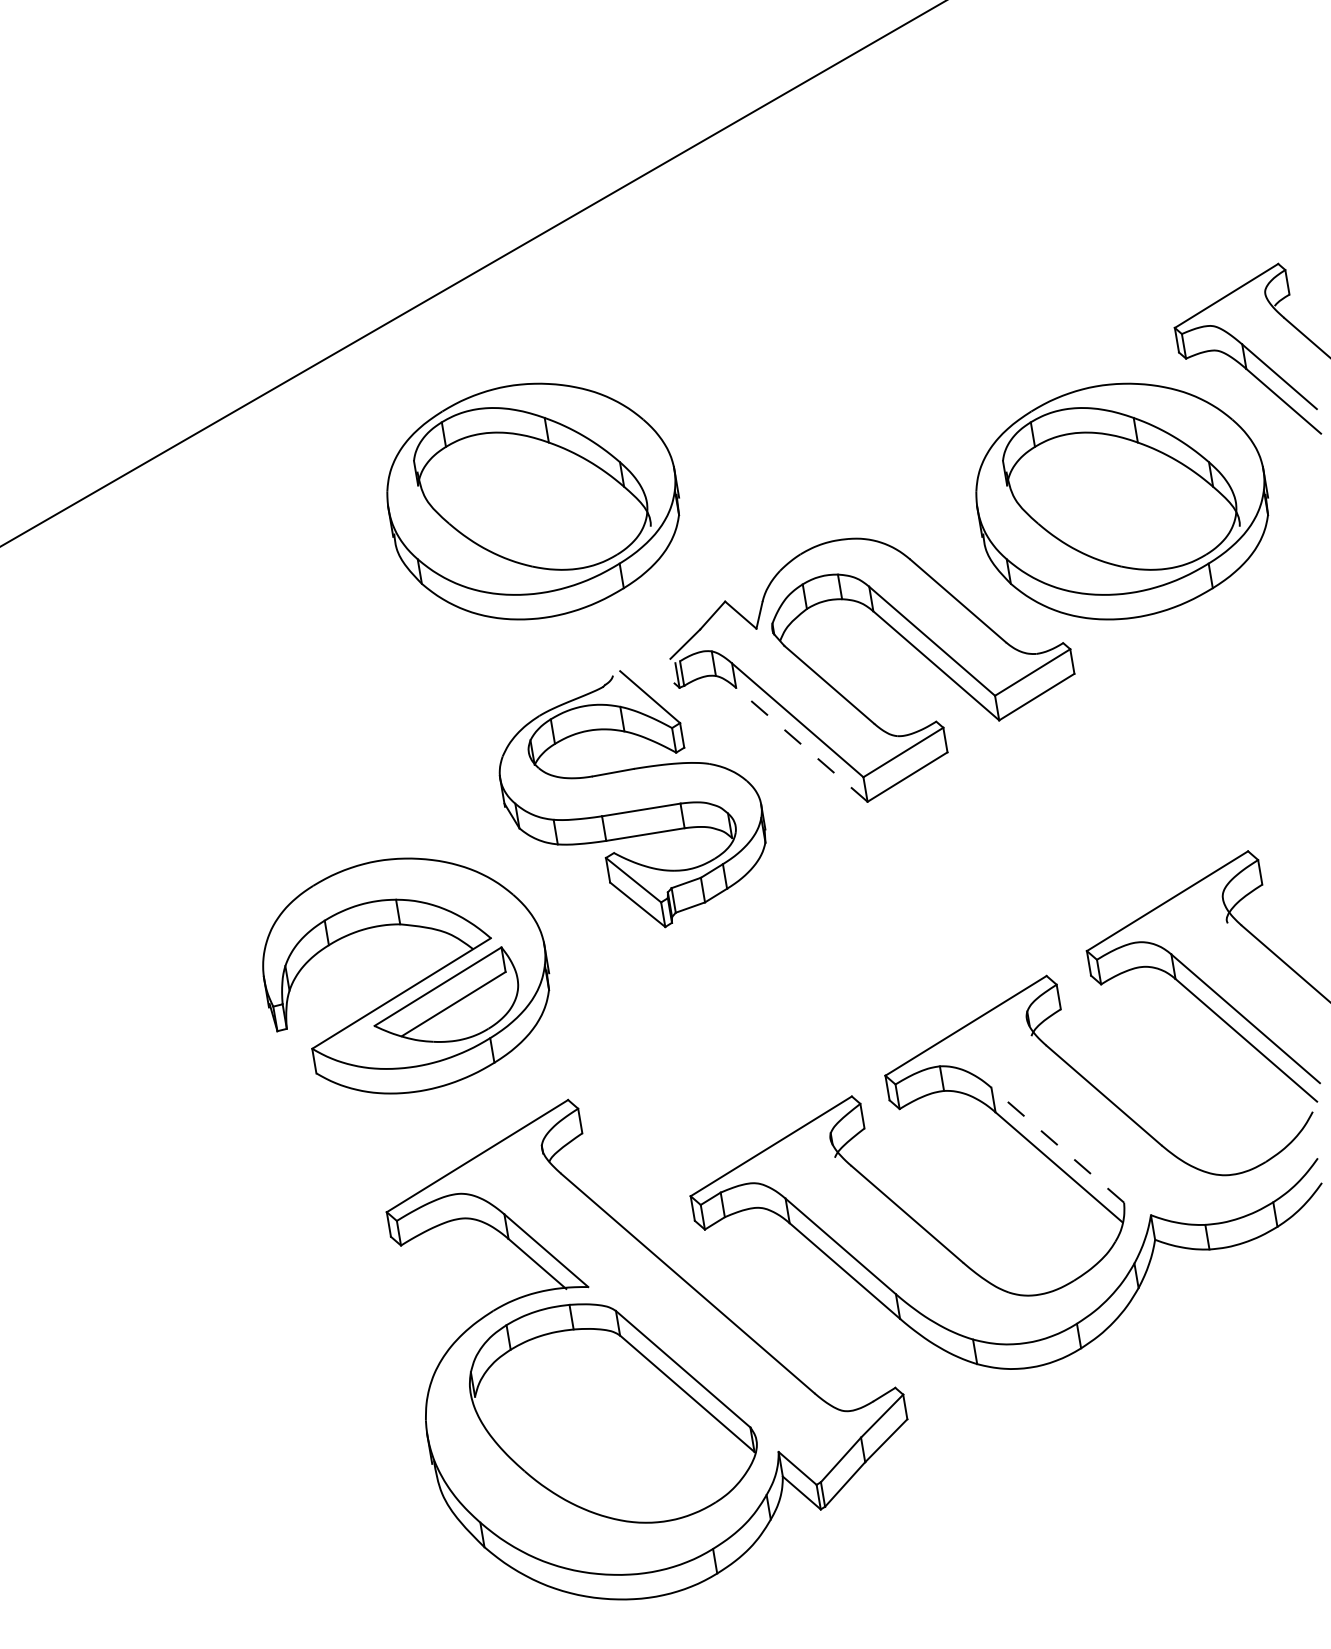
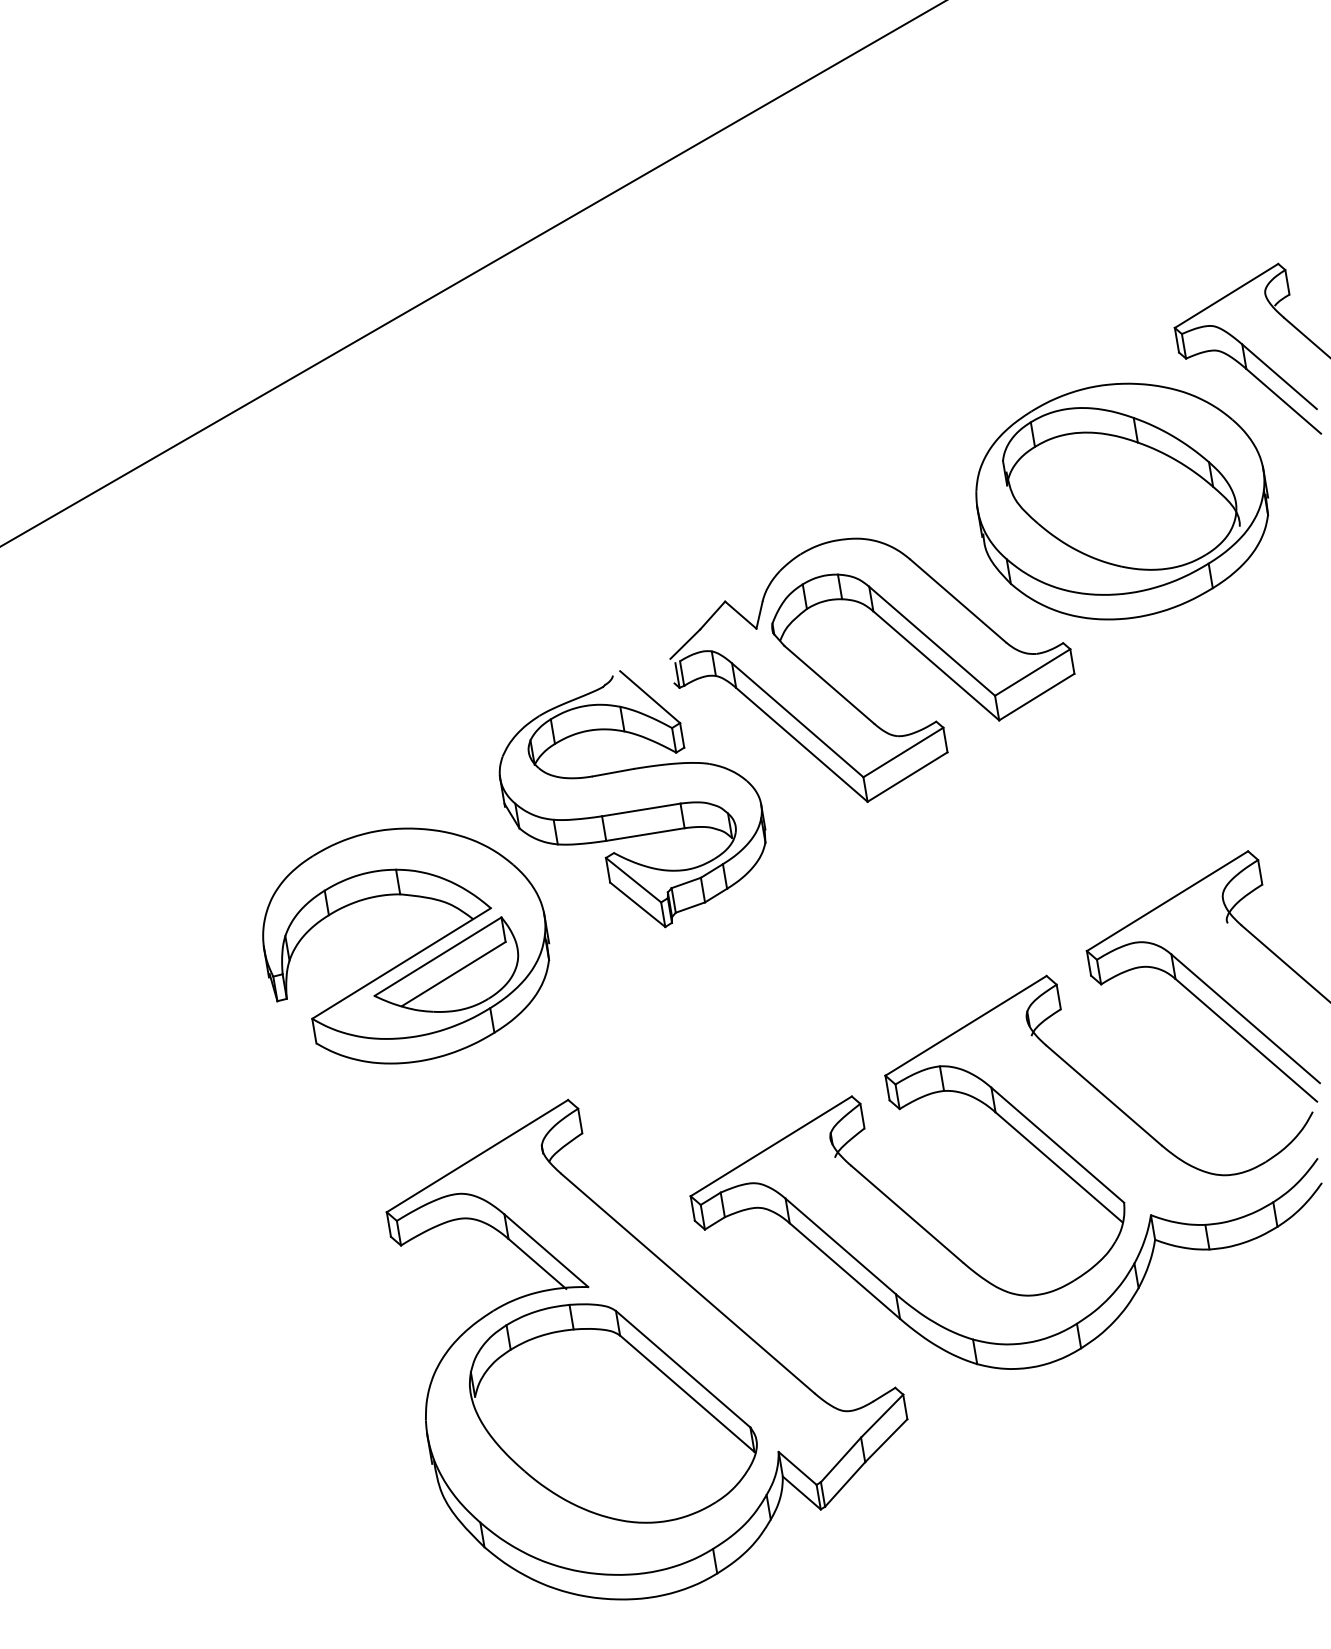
part at (533, 501): present -> none
line at (801, 744): dashed -> solid
part at (412, 985) position: (412, 985) -> (412, 955)
line at (1057, 1145): dashed -> solid
